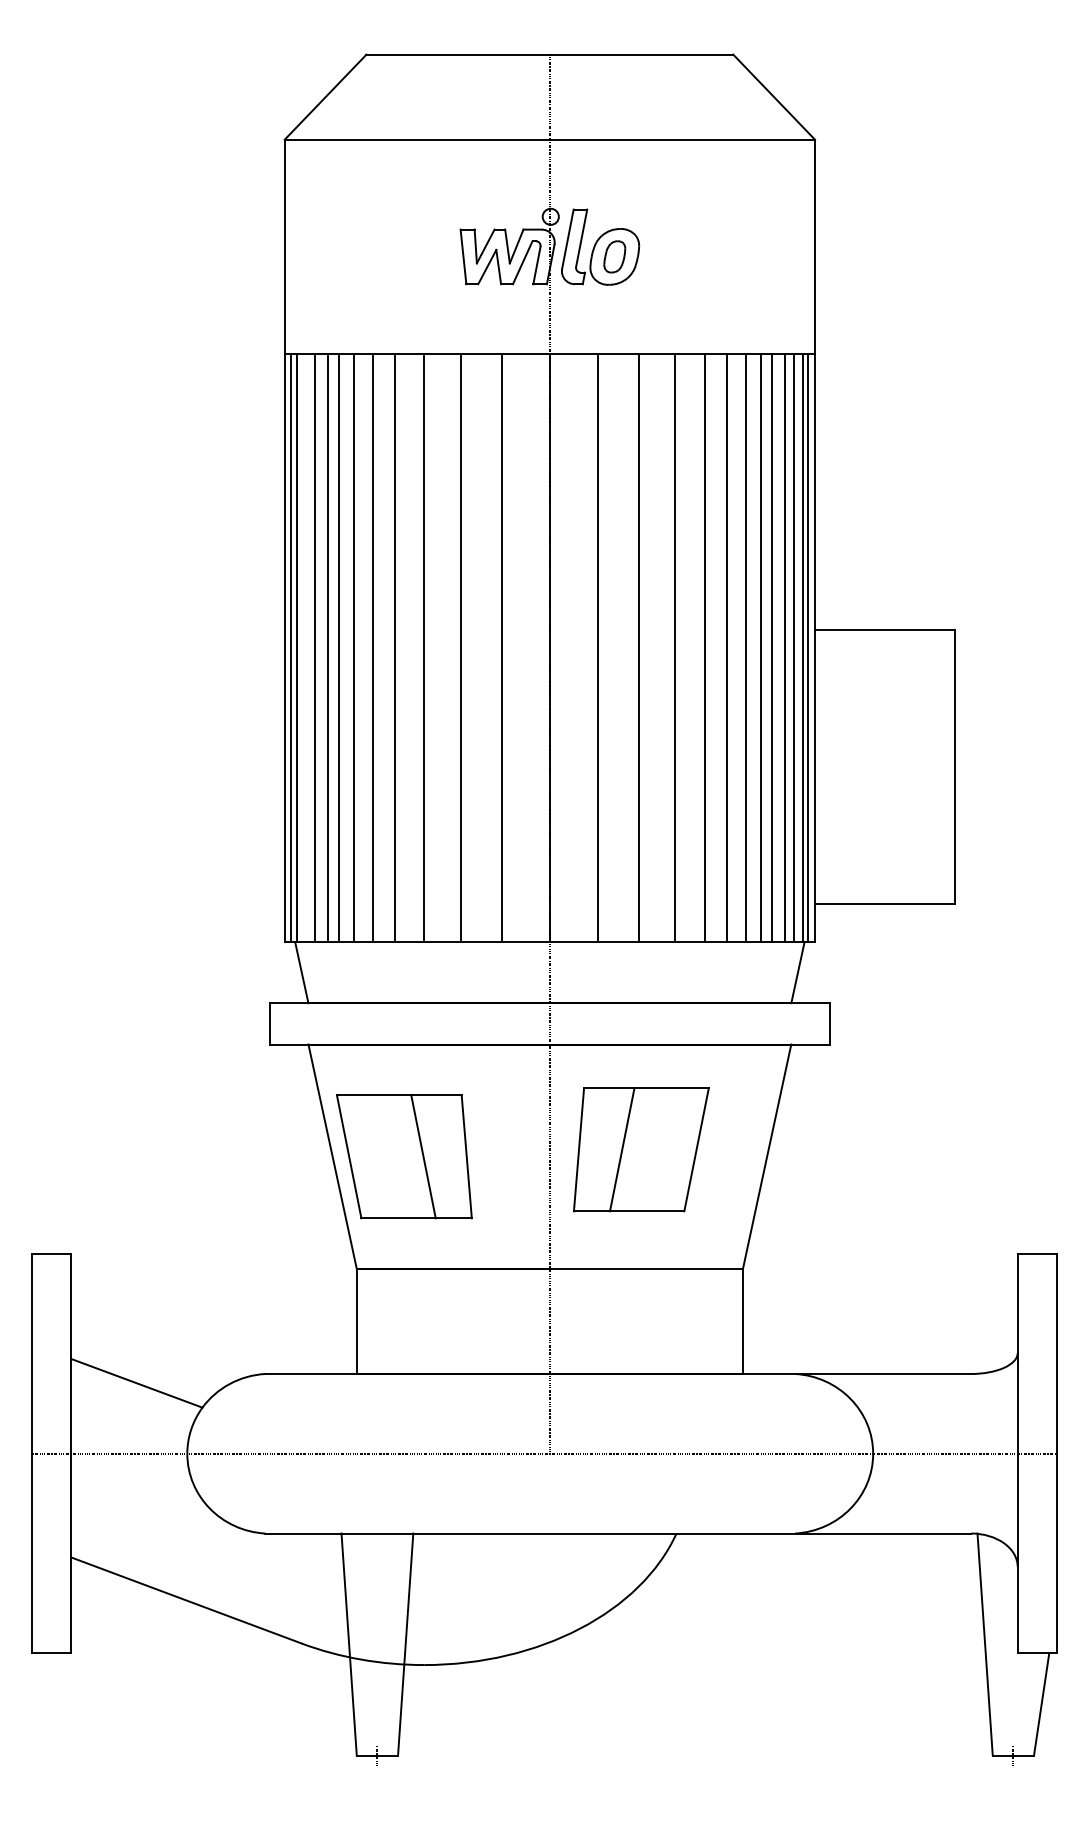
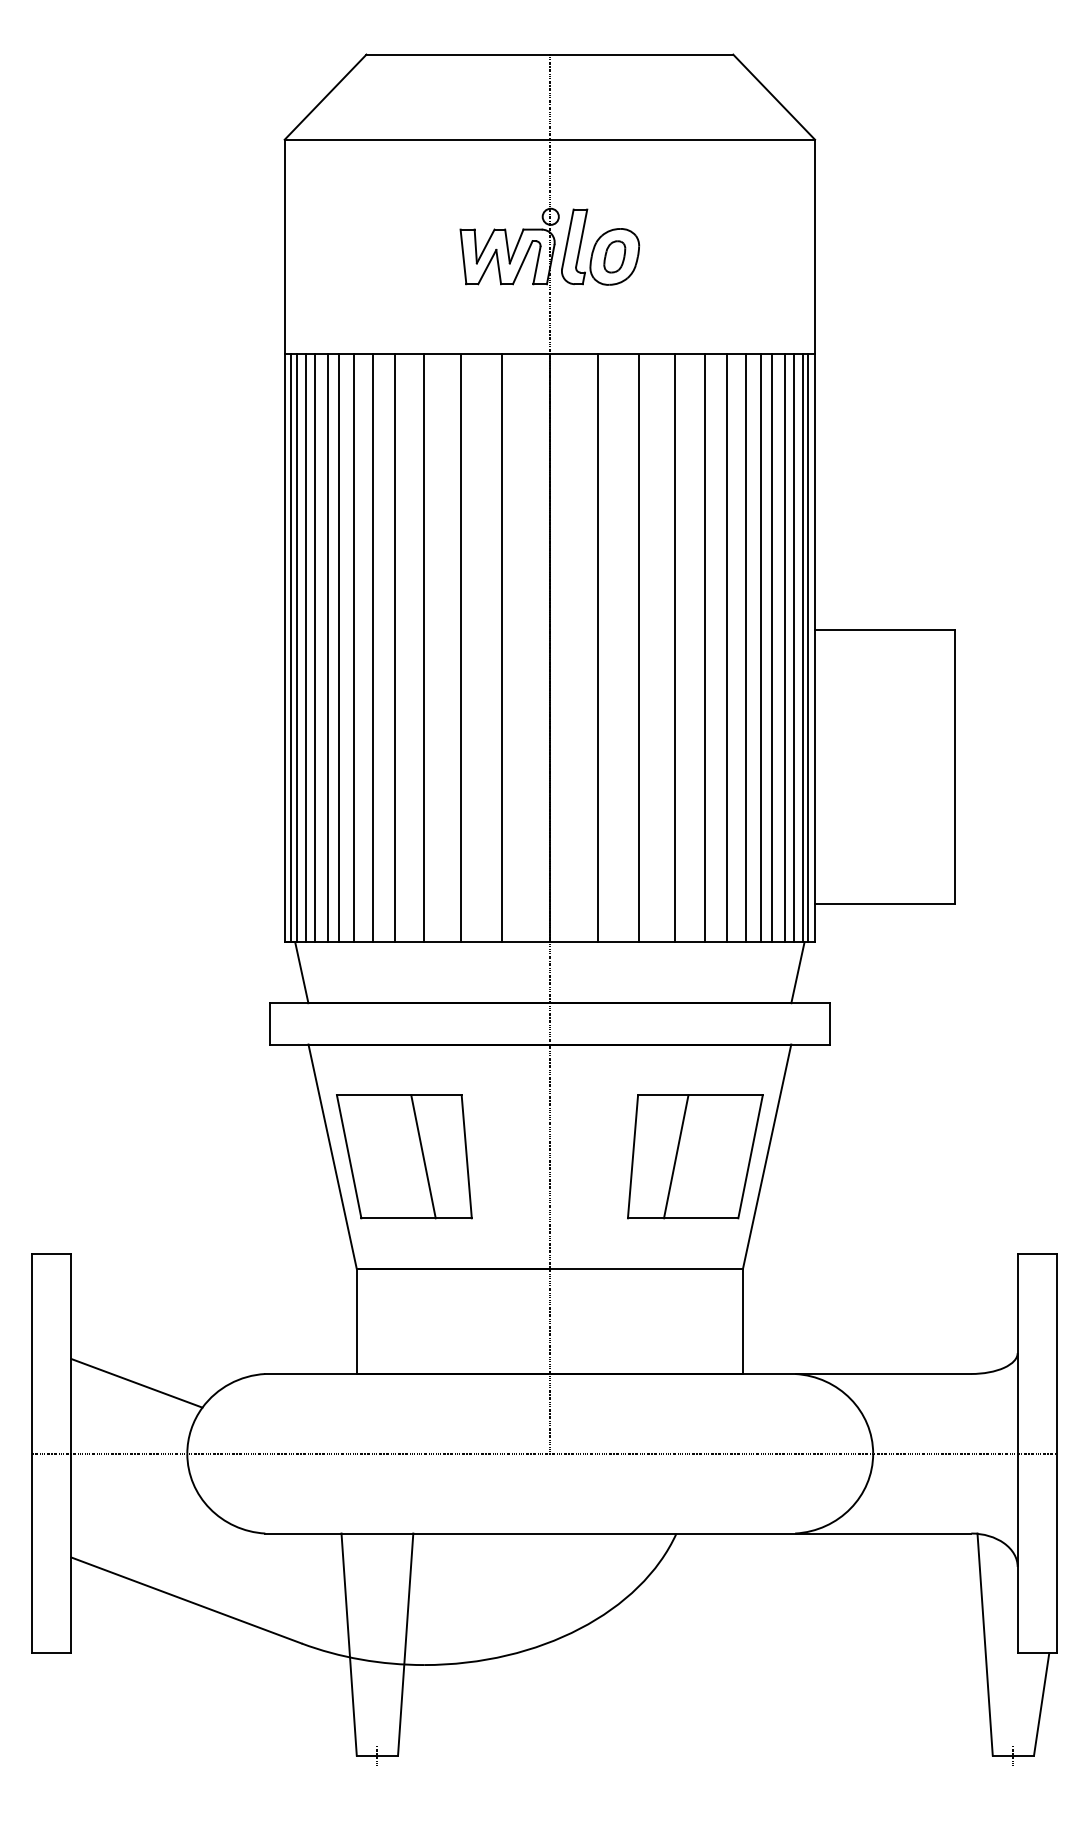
line at (305, 648): none -> present
part at (641, 1149) position: (641, 1149) -> (695, 1156)
